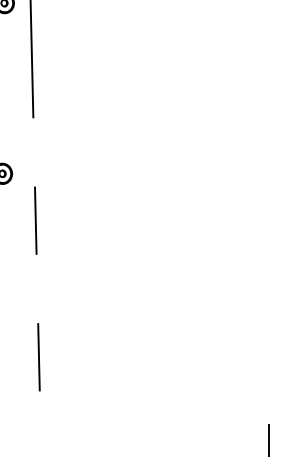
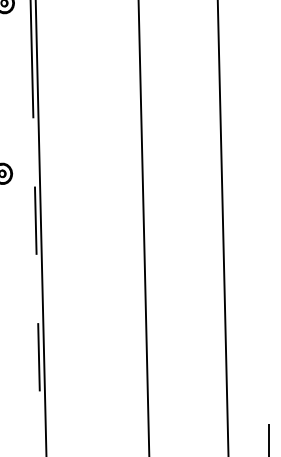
line at (40, 227): none -> present
line at (143, 227): none -> present
line at (222, 227): none -> present
